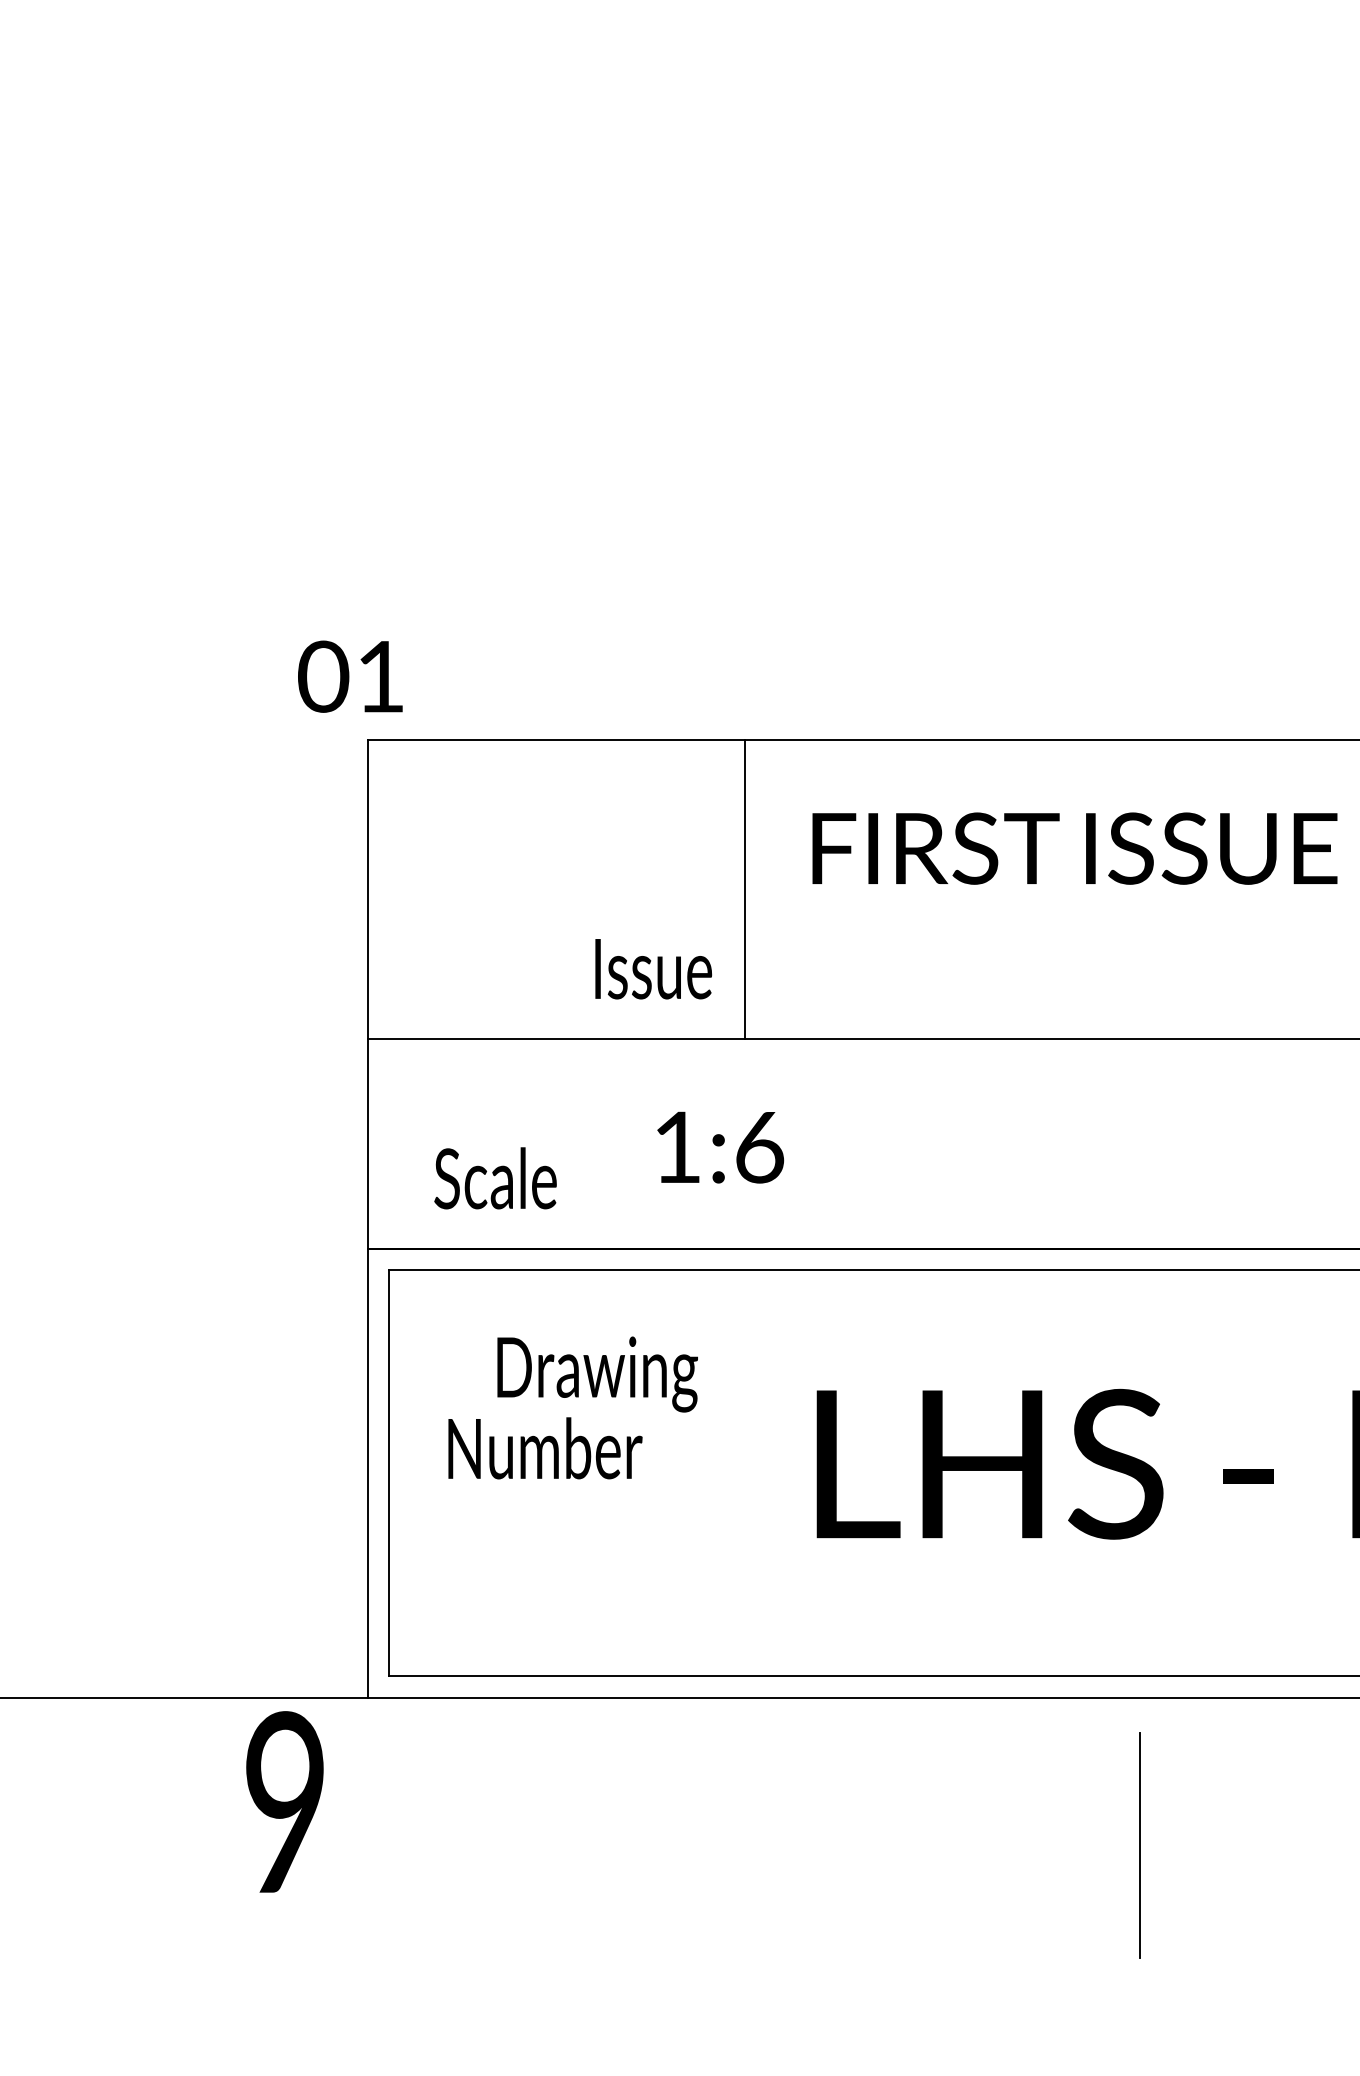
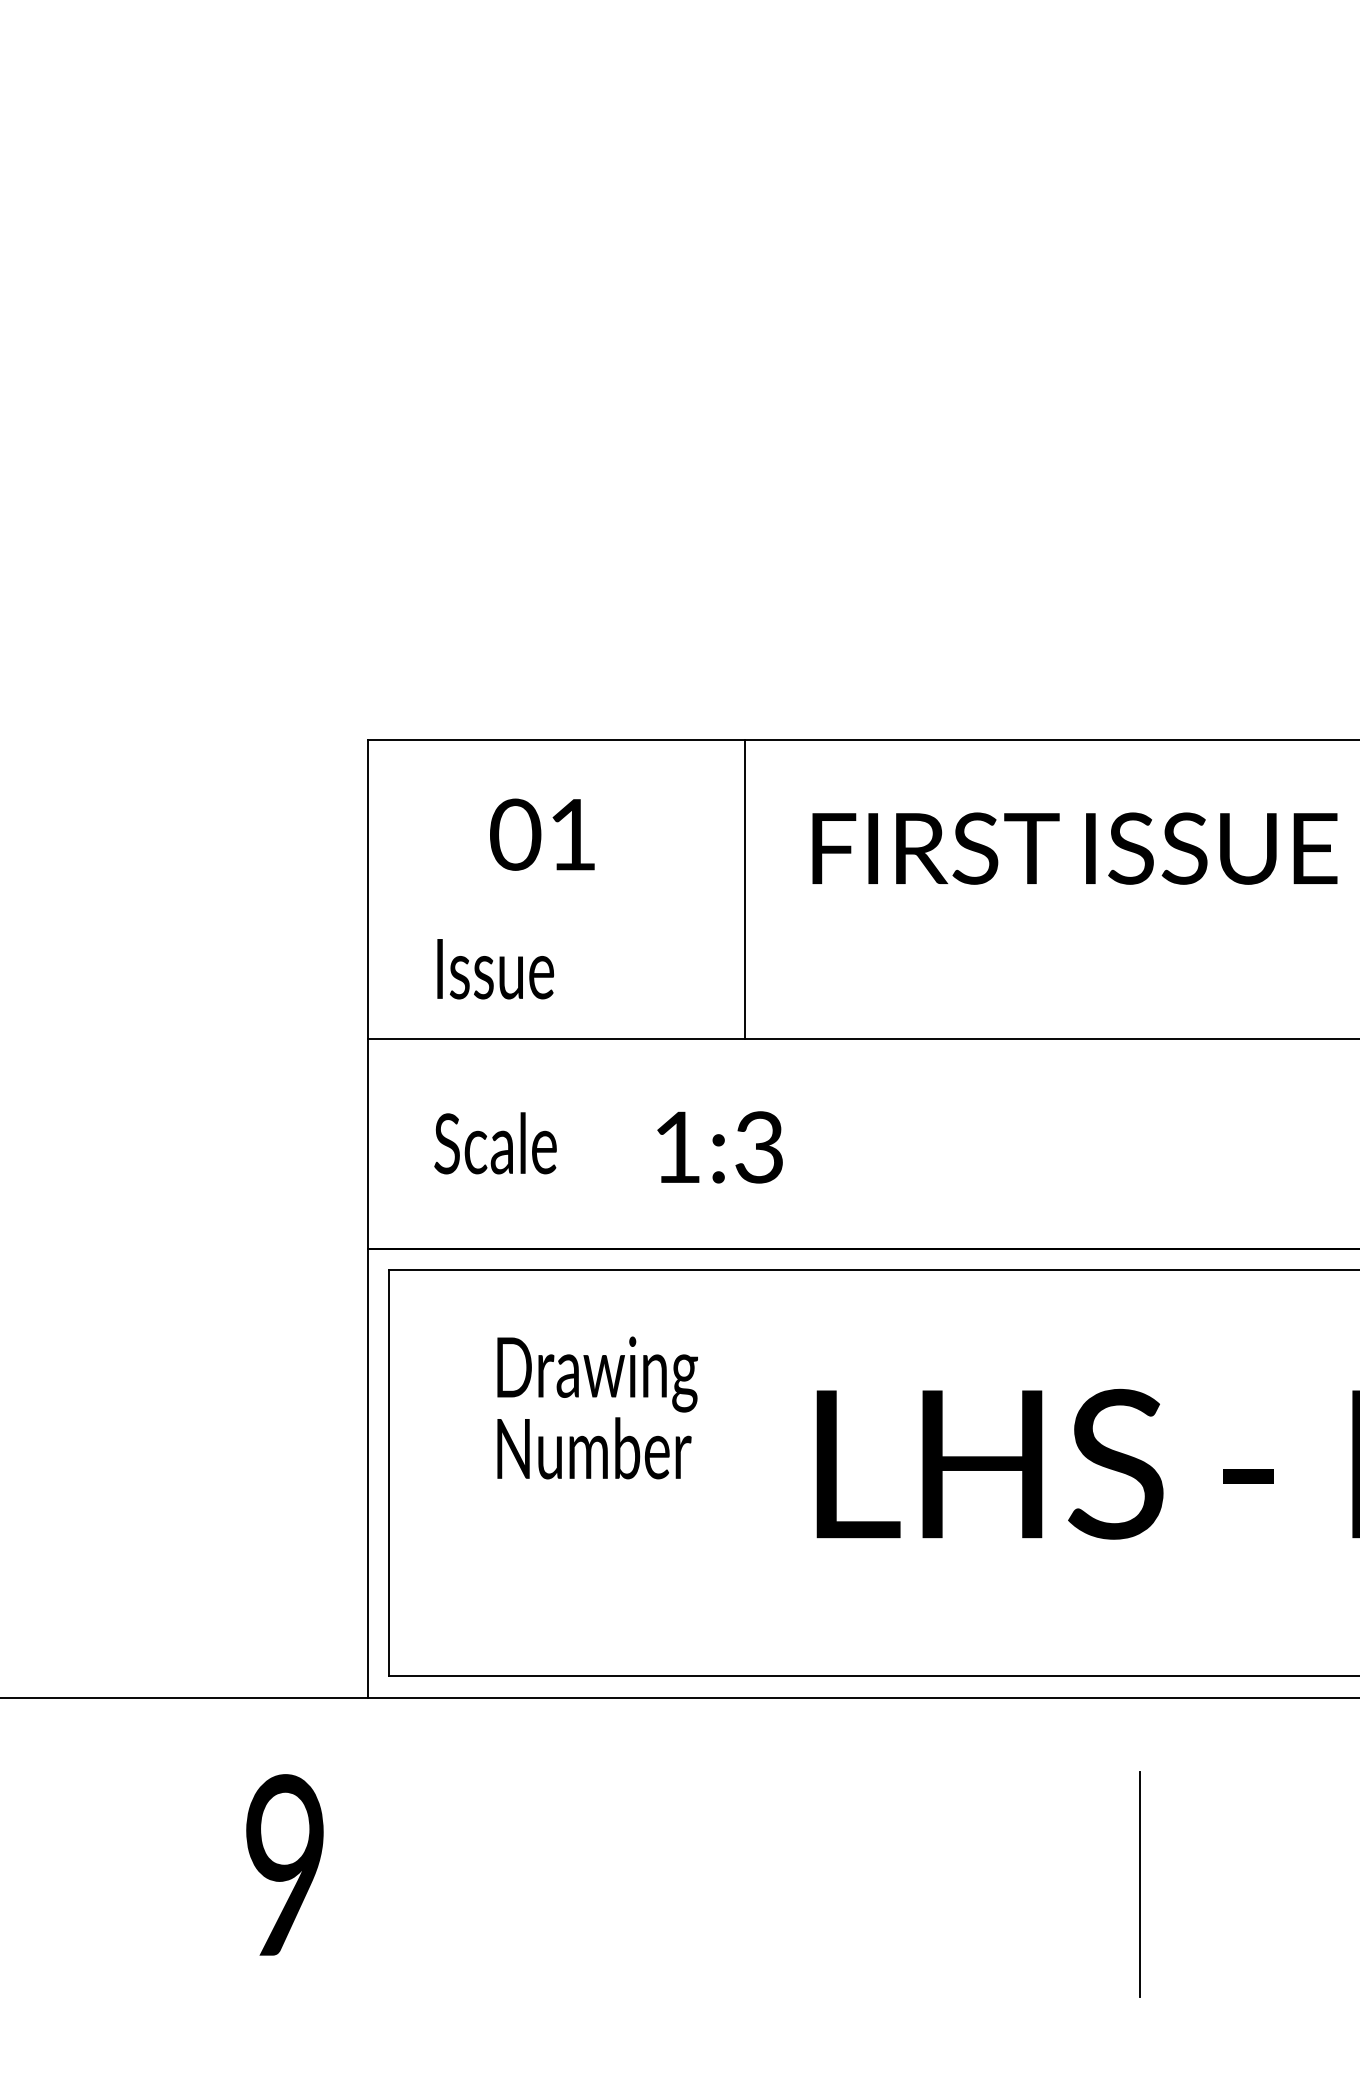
text at (350, 676) position: (350, 676) -> (542, 834)
text at (653, 969) position: (653, 969) -> (495, 969)
text at (759, 1147): 1:6 -> 1:3
text at (495, 1178) position: (495, 1178) -> (495, 1143)
text at (545, 1448) position: (545, 1448) -> (594, 1448)
text at (284, 1801) position: (284, 1801) -> (284, 1864)
line at (1139, 1845) position: (1139, 1845) -> (1139, 1884)
